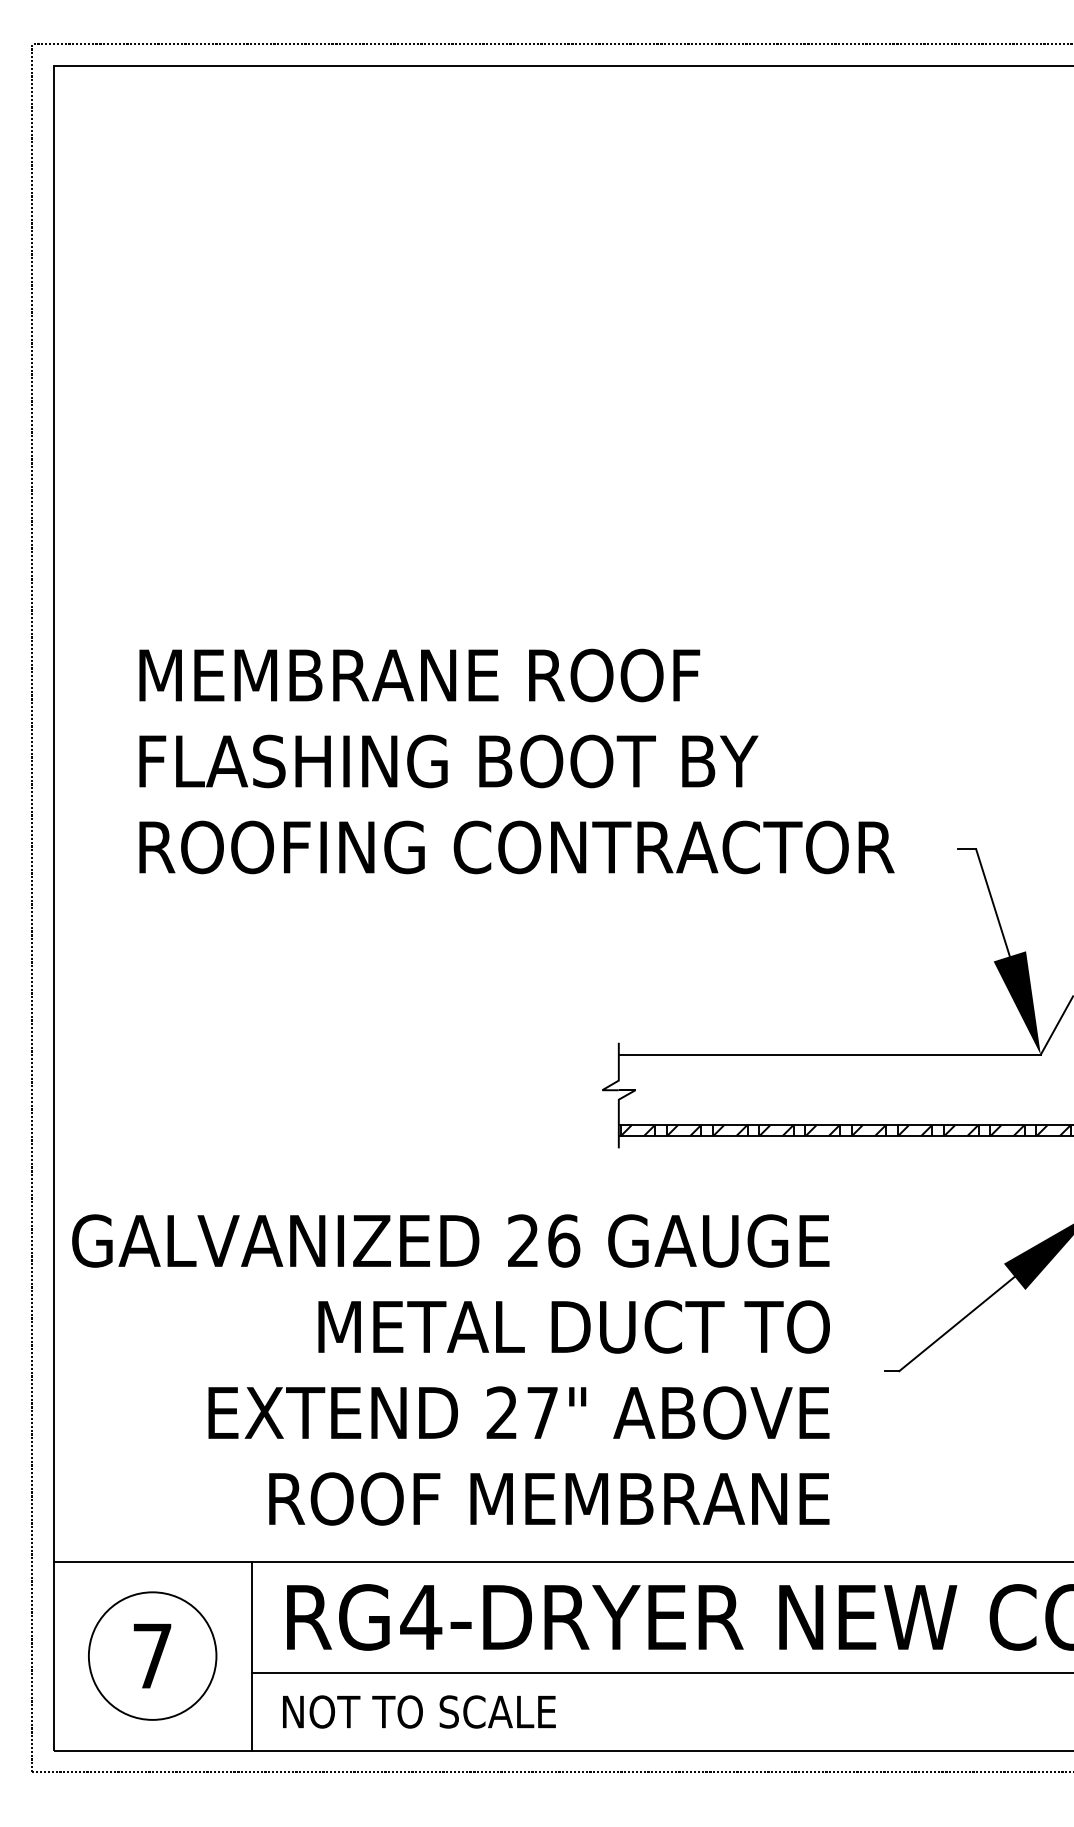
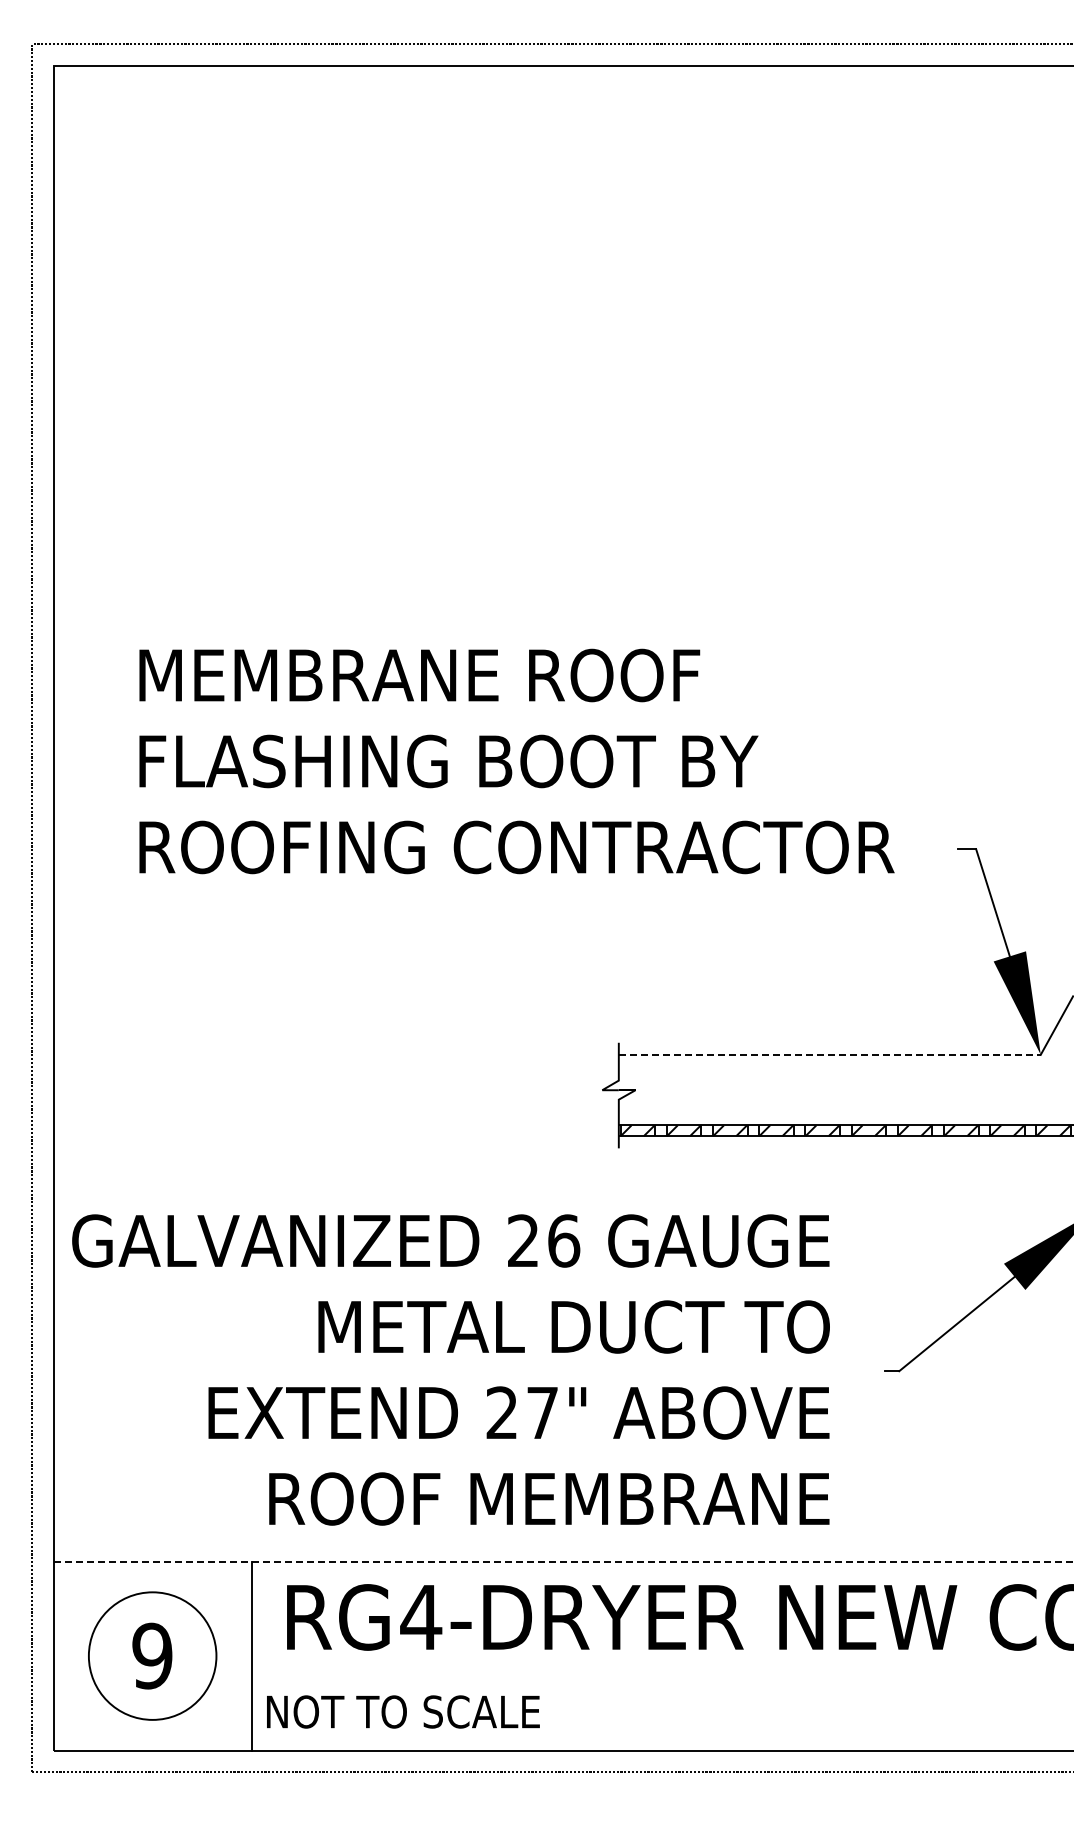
line at (829, 1054): solid -> dashed
line at (563, 1561): solid -> dashed
text at (152, 1655): 7 -> 9
line at (660, 1673): present -> none
text at (419, 1711) position: (419, 1711) -> (403, 1711)
